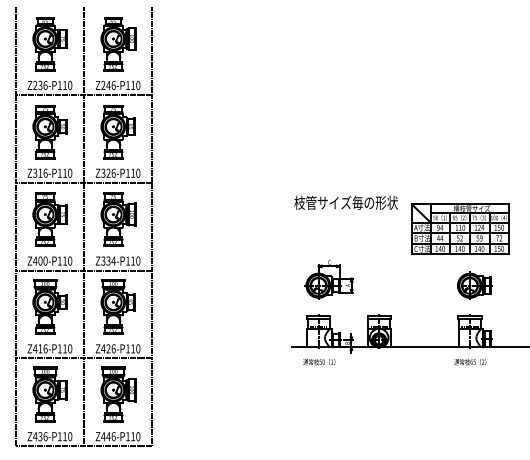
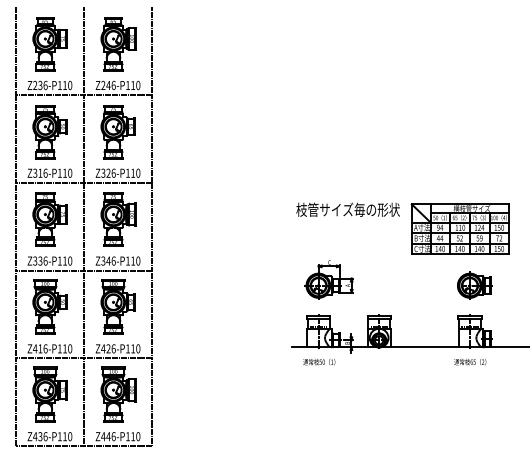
text at (345, 202) position: (345, 202) -> (347, 209)
text at (40, 260): Z400-P110 -> Z336-P110
text at (110, 260): Z334-P110 -> Z346-P110
